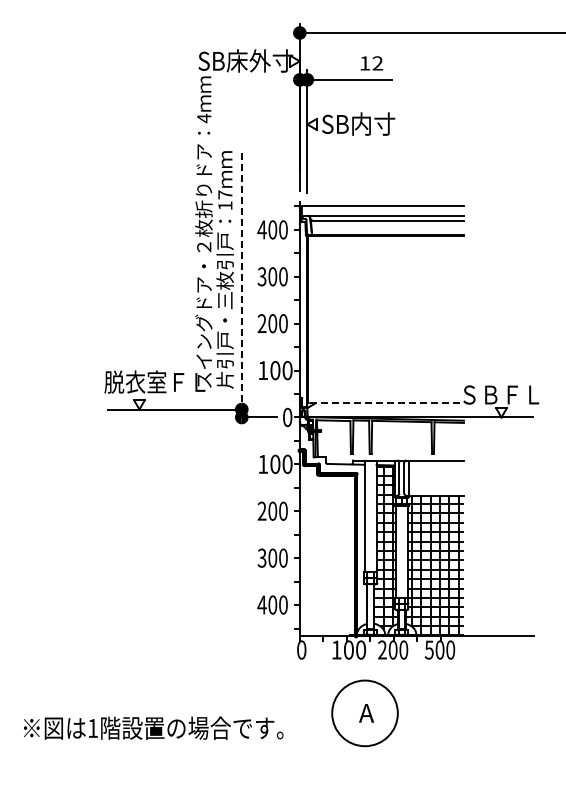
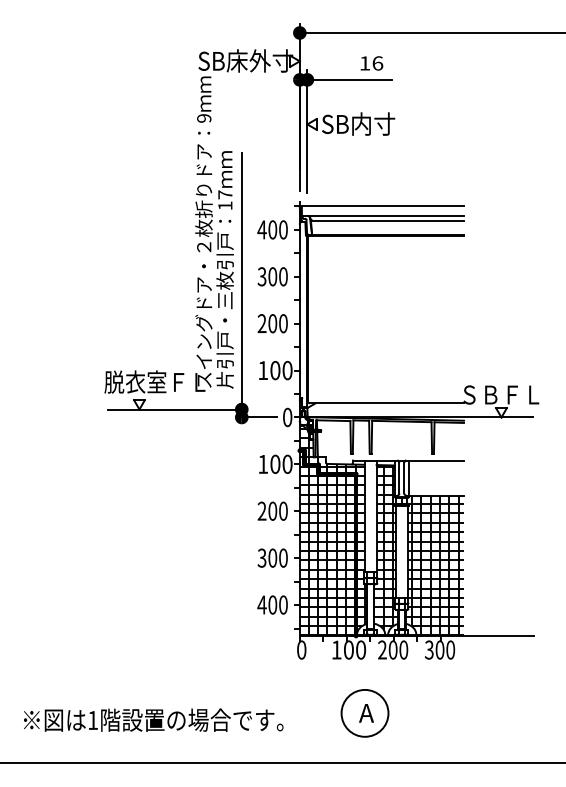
text at (377, 63): 12 -> 16
text at (204, 118): 4 -> 9
line at (241, 281): dashed -> solid
line at (387, 403): dashed -> solid
hatch at (332, 532): none -> present
text at (429, 649): 500 -> 300
circle at (364, 713) diameter: 66 px -> 47 px
text at (153, 727) position: (153, 727) -> (153, 719)
line at (282, 763): none -> present
